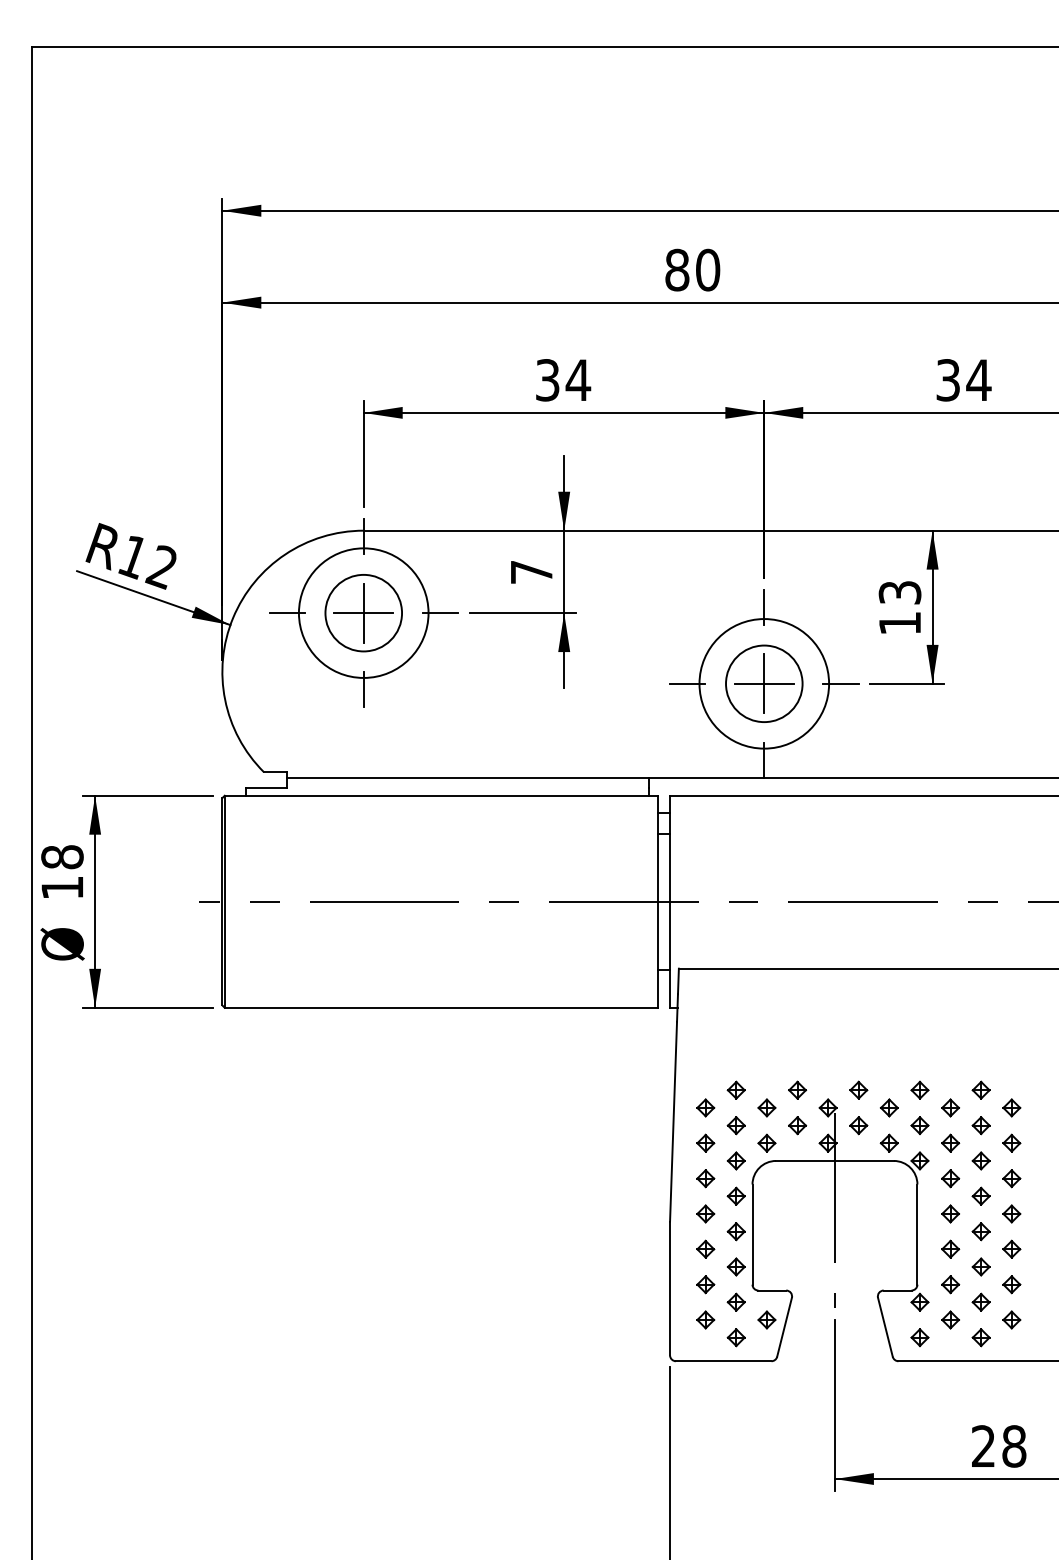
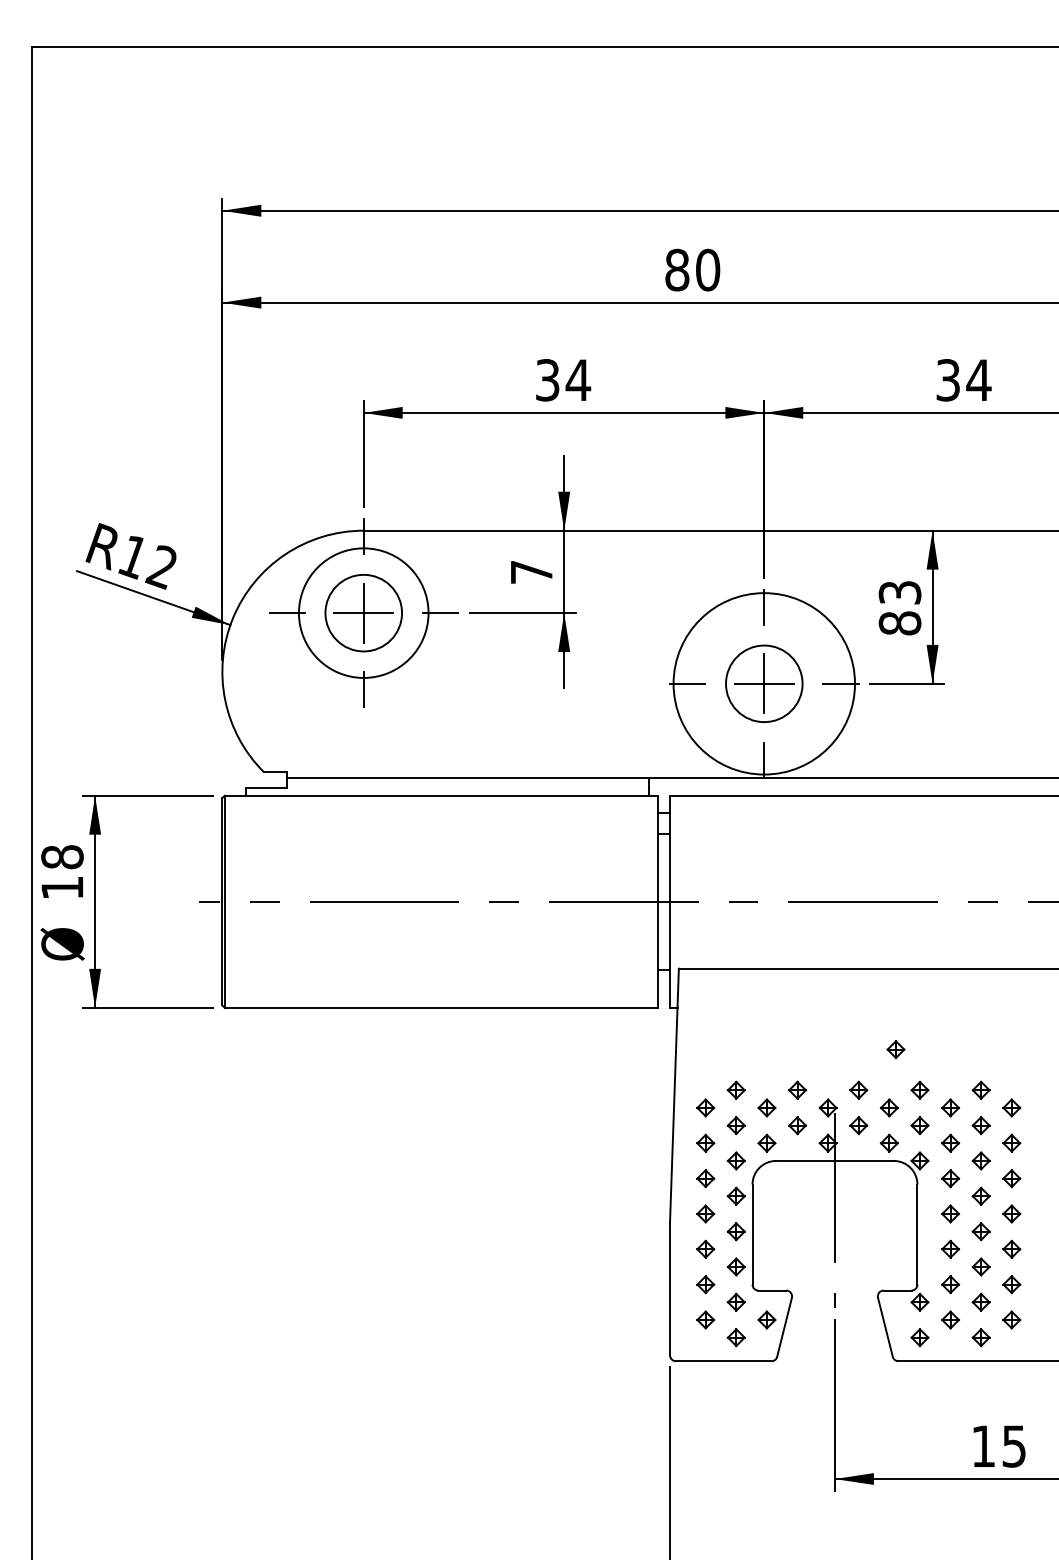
text at (899, 623): 13 -> 83
circle at (764, 683) diameter: 130 px -> 181 px
part at (895, 1049): none -> present
text at (999, 1446): 28 -> 15
